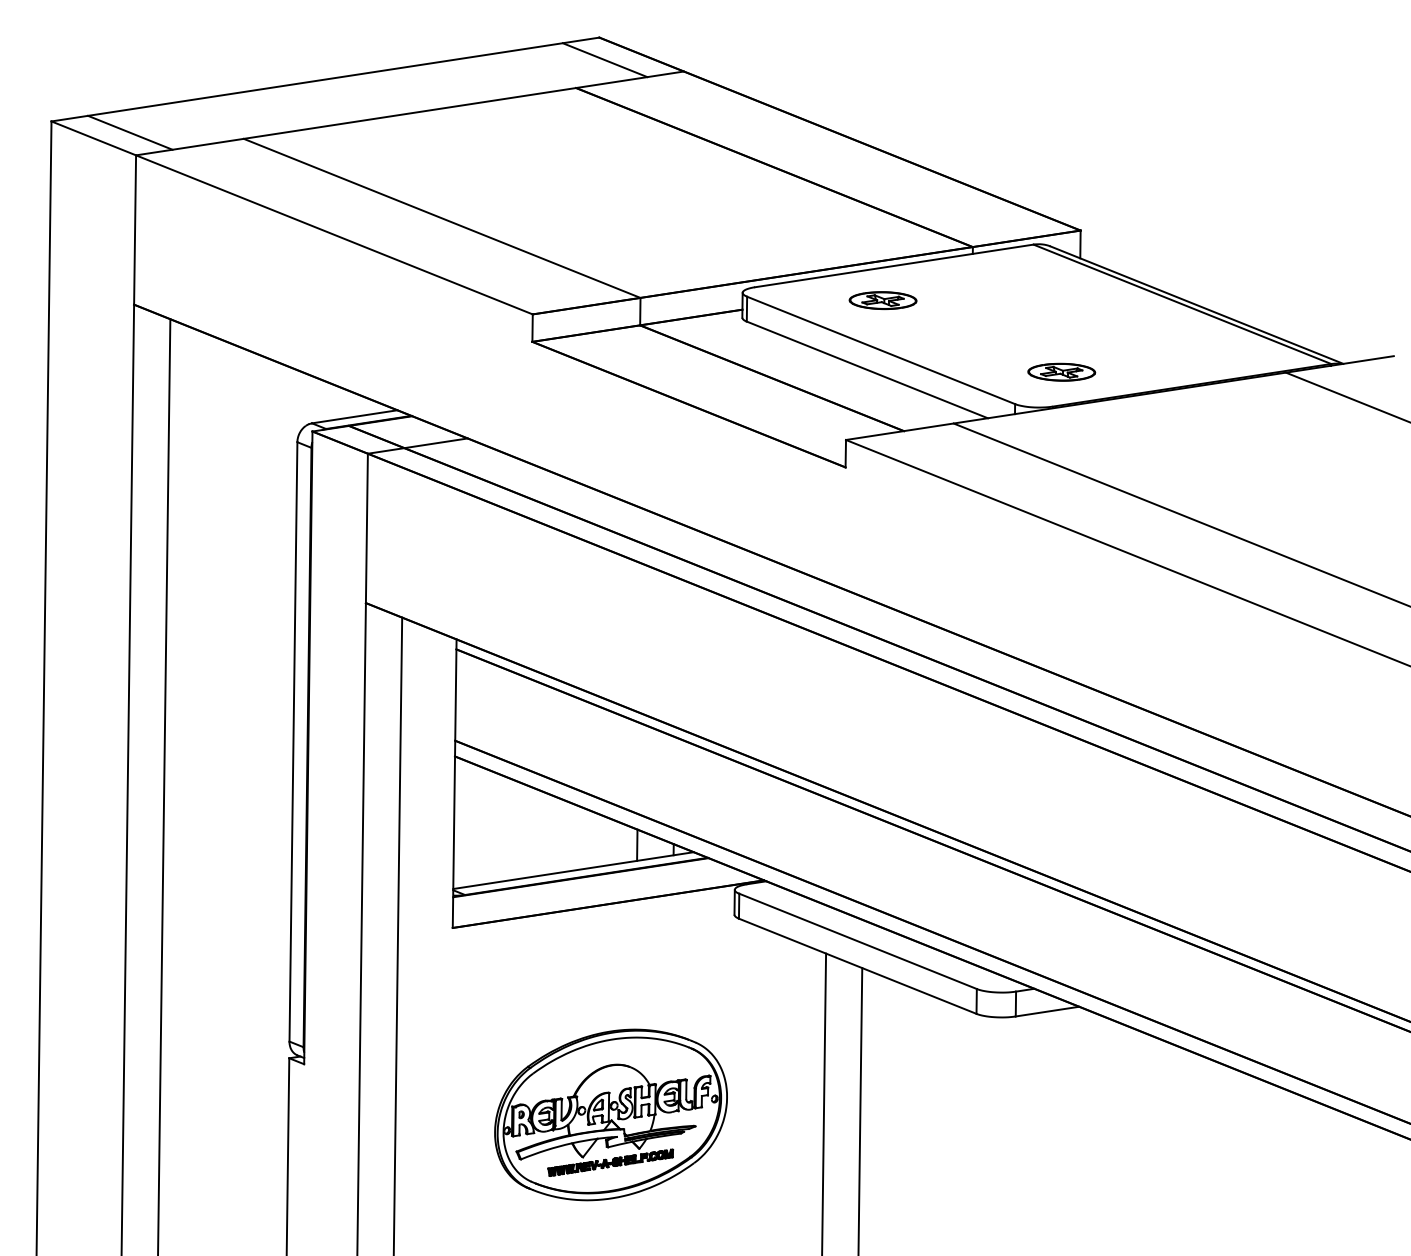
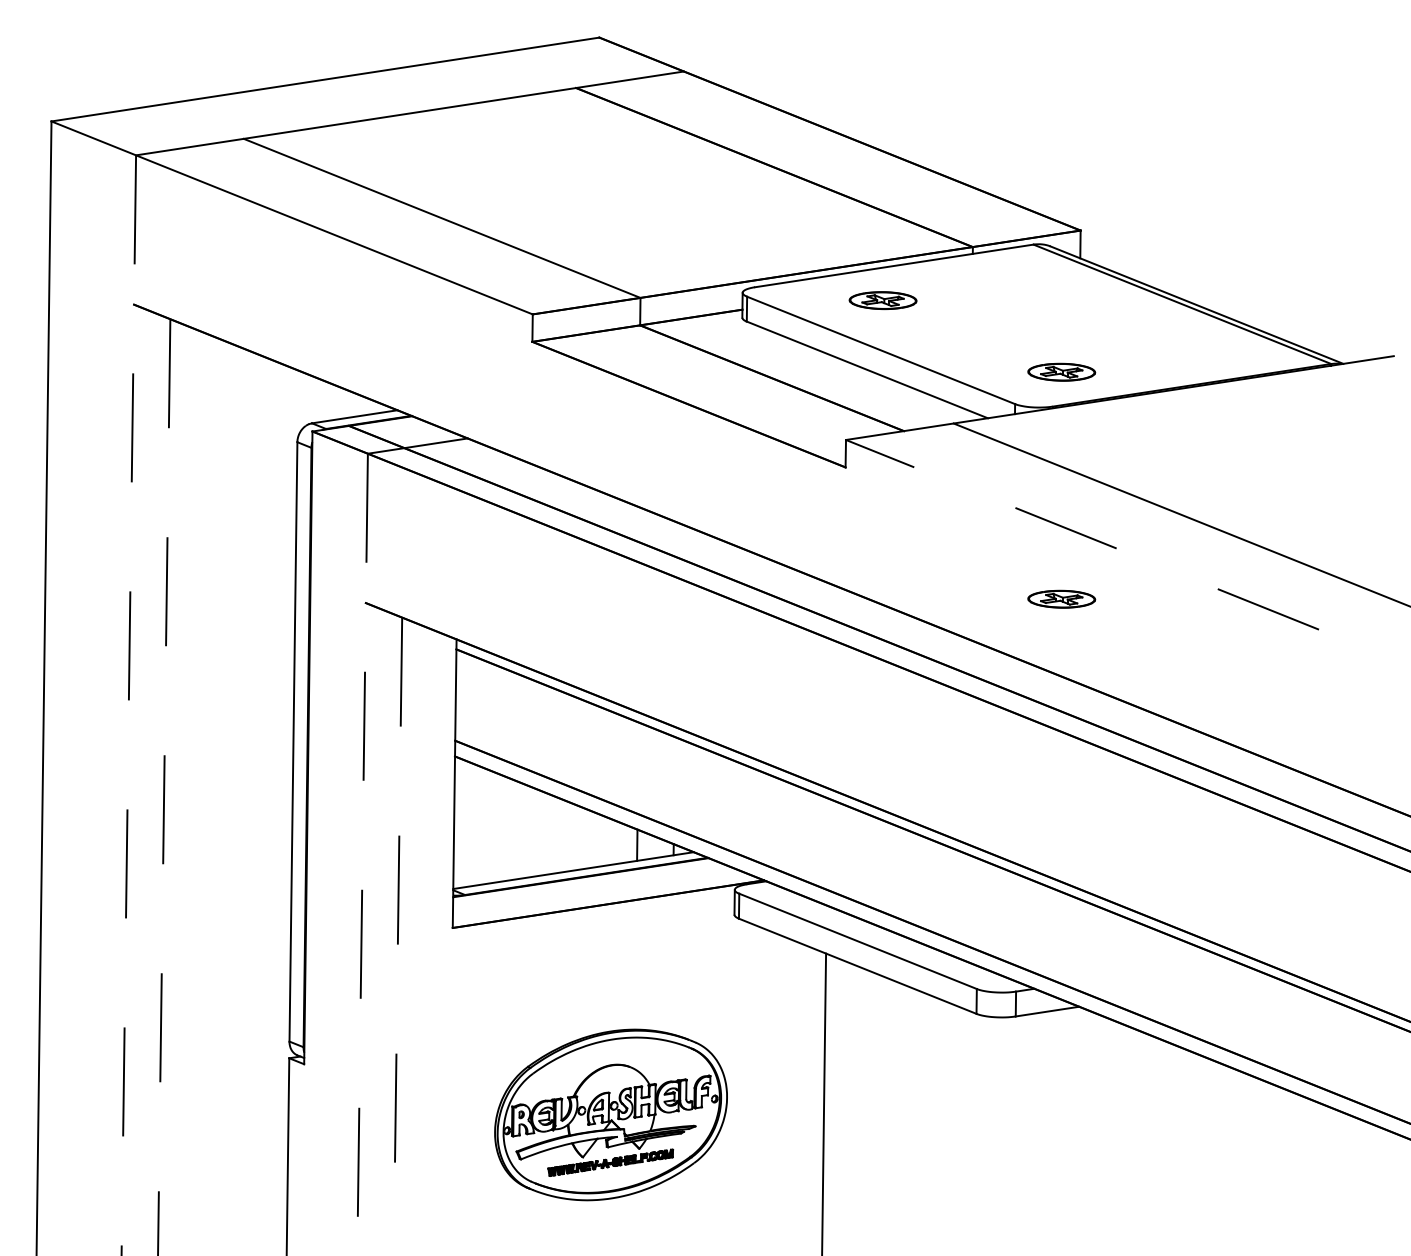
line at (604, 60): present -> none
line at (130, 132): present -> none
line at (1346, 396): present -> none
line at (1128, 553): solid -> dashed
part at (1061, 598): none -> present
line at (128, 705): solid -> dashed
line at (164, 787): solid -> dashed
line at (362, 854): solid -> dashed
line at (397, 936): solid -> dashed
line at (860, 1110): present -> none
